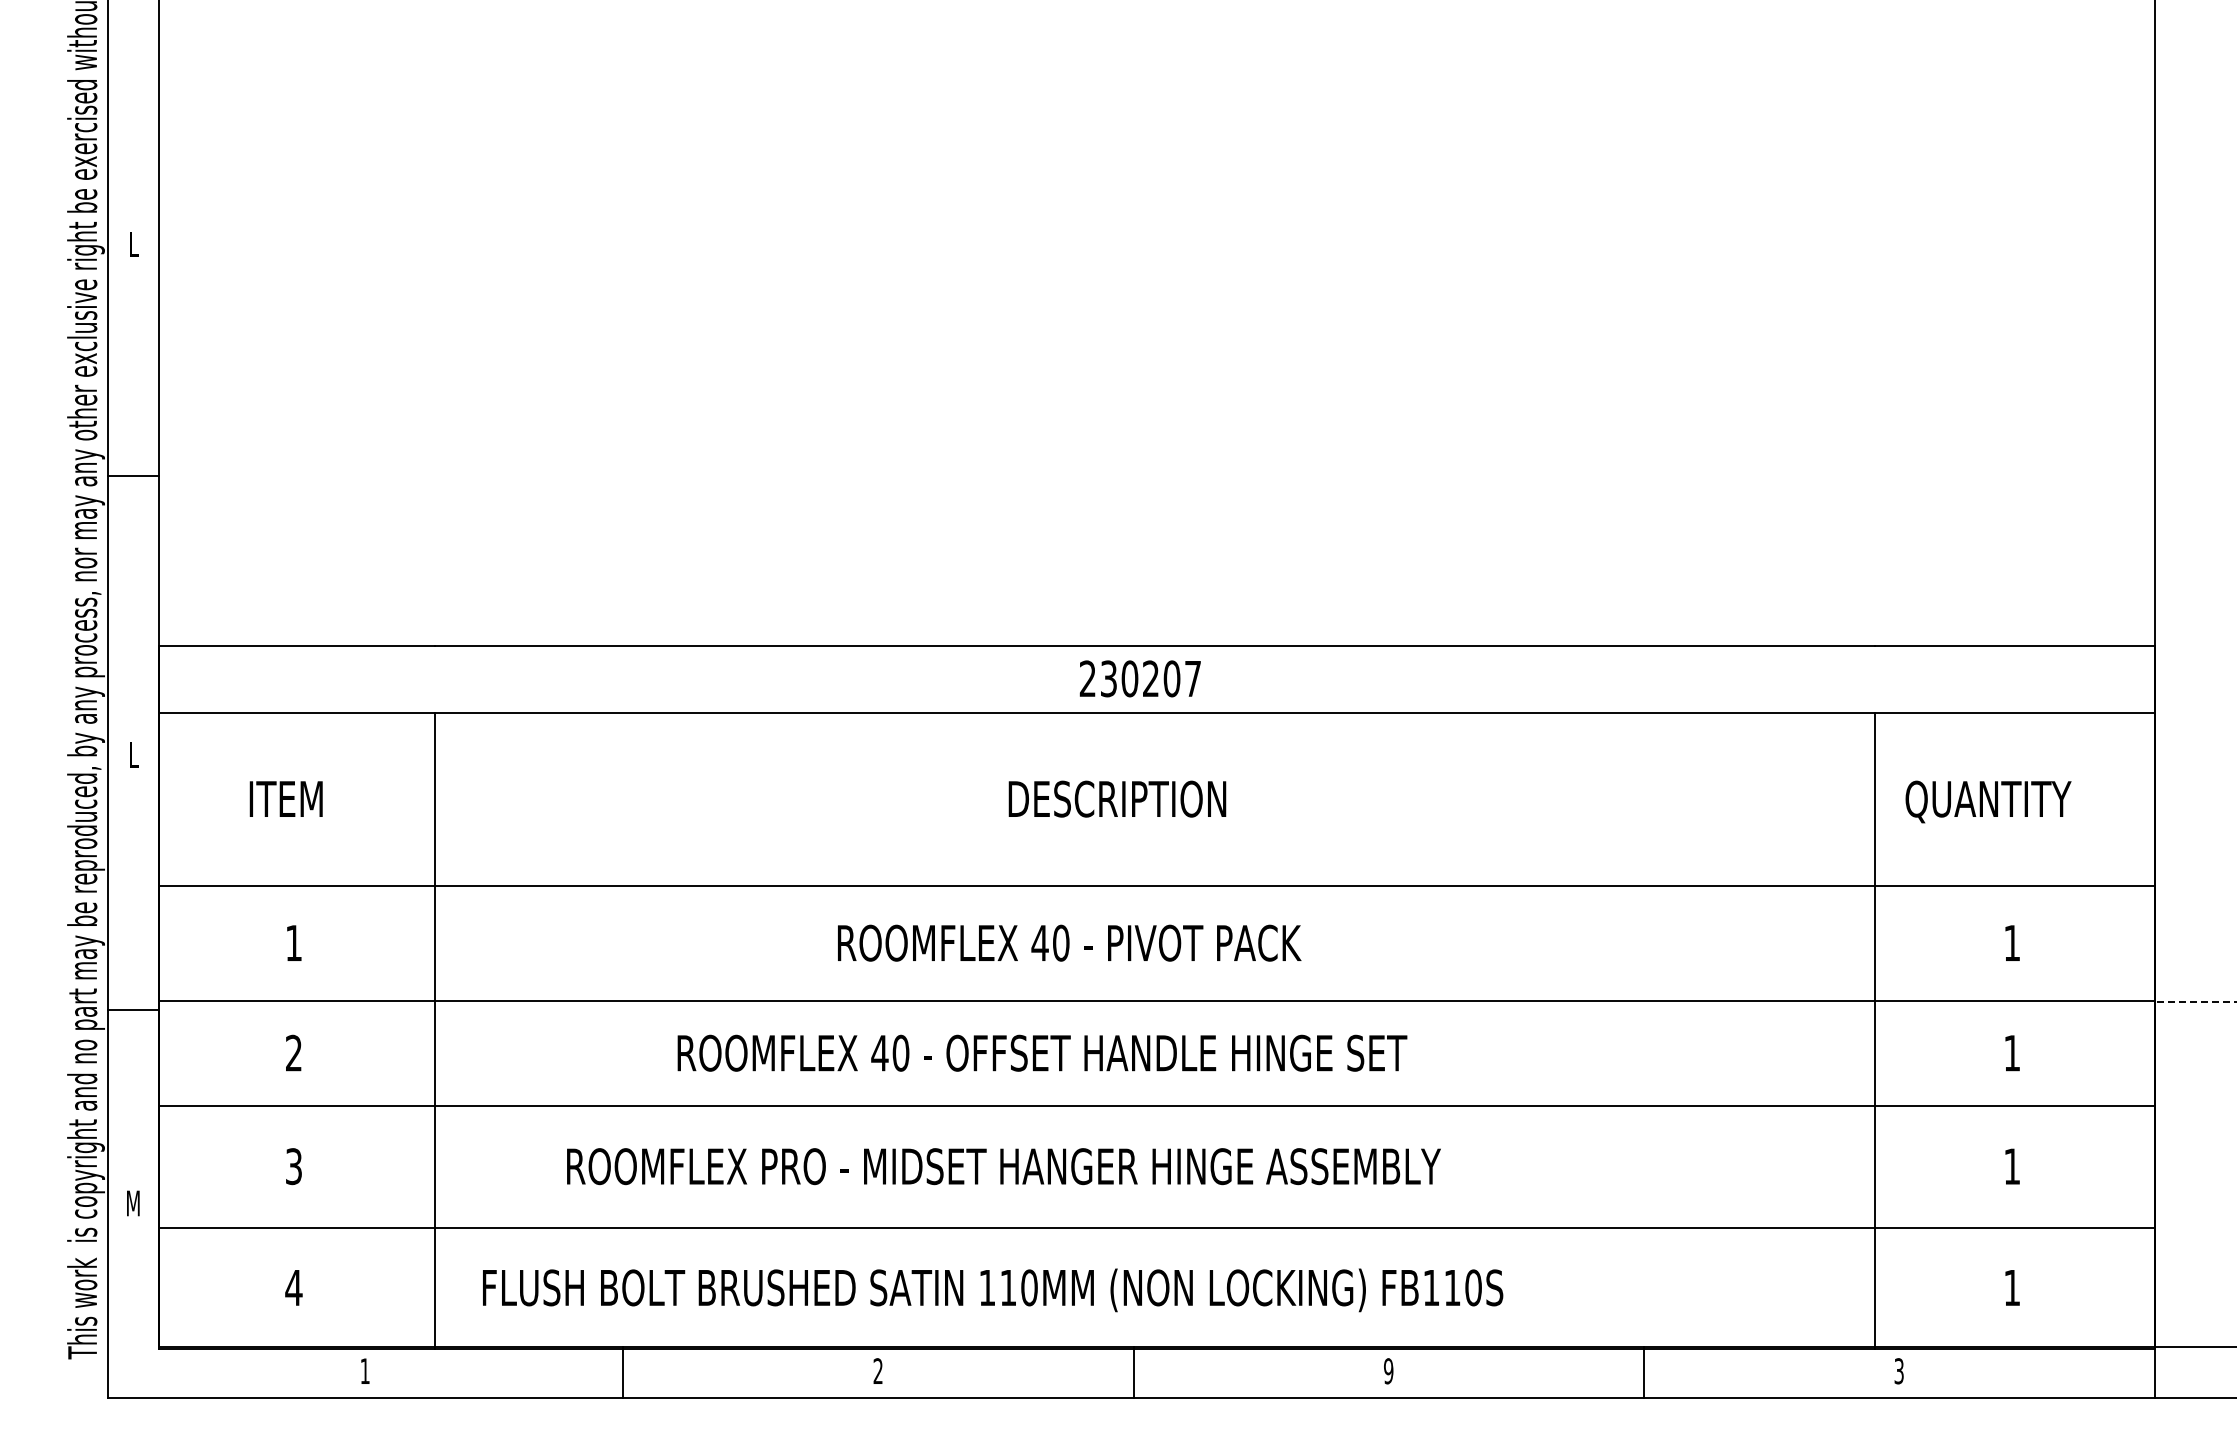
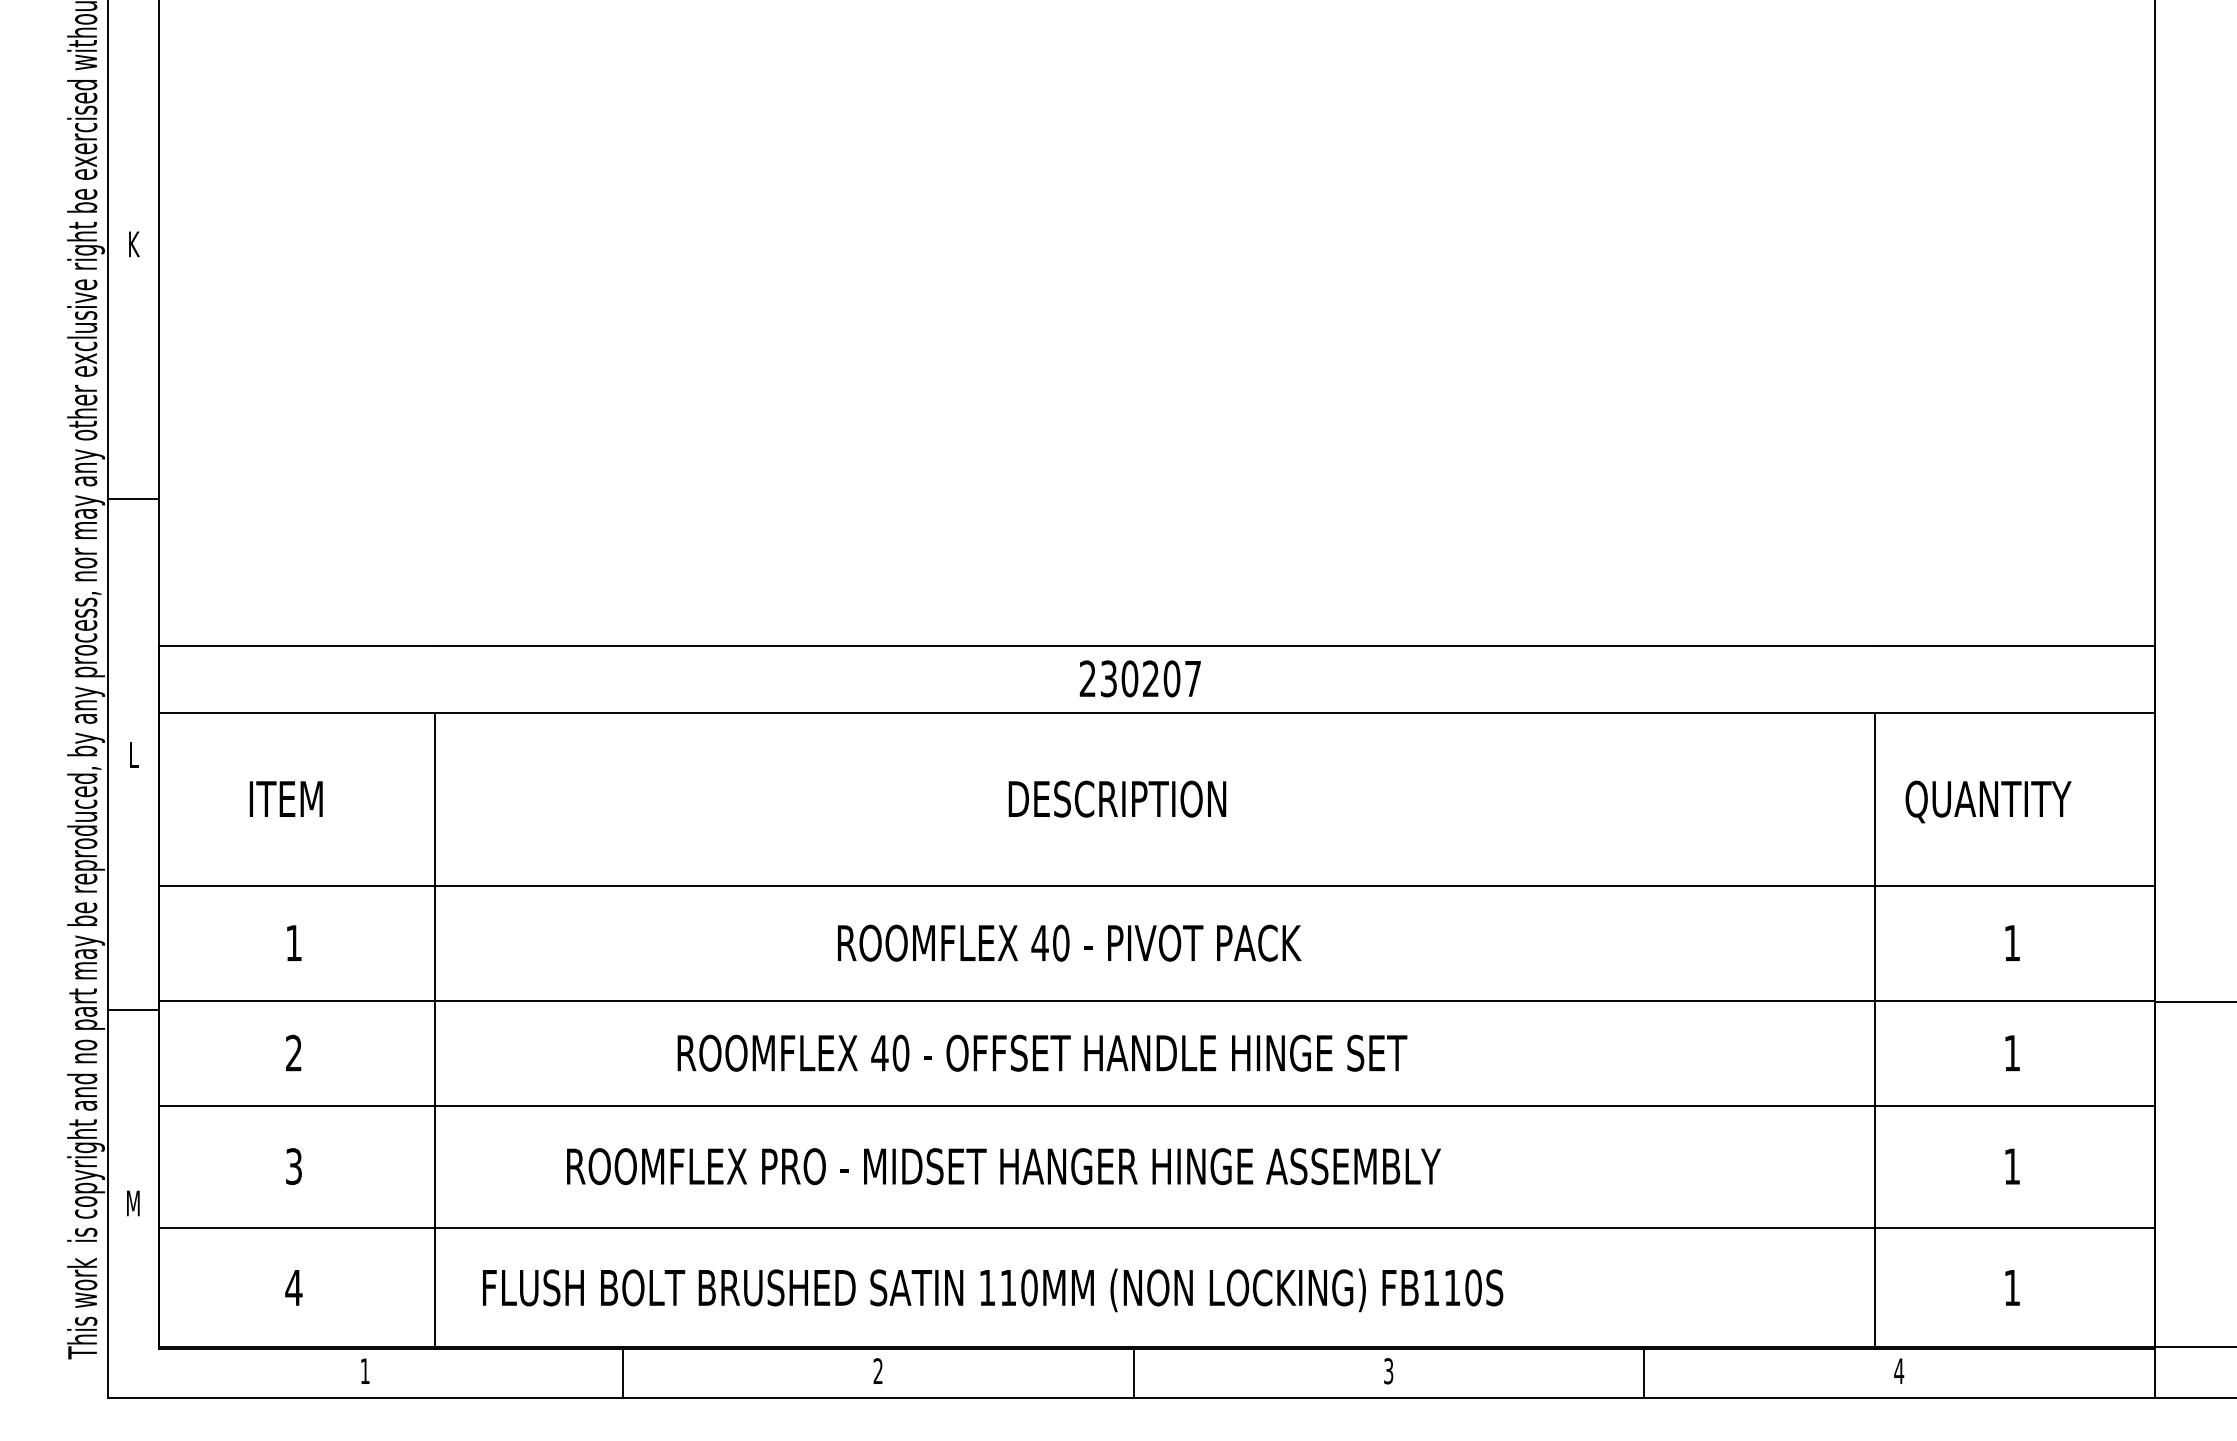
text at (134, 244): L -> K
line at (132, 476) position: (132, 476) -> (132, 499)
line at (2195, 1001): dashed -> solid
text at (1388, 1371): 9 -> 3
text at (1899, 1371): 3 -> 4
